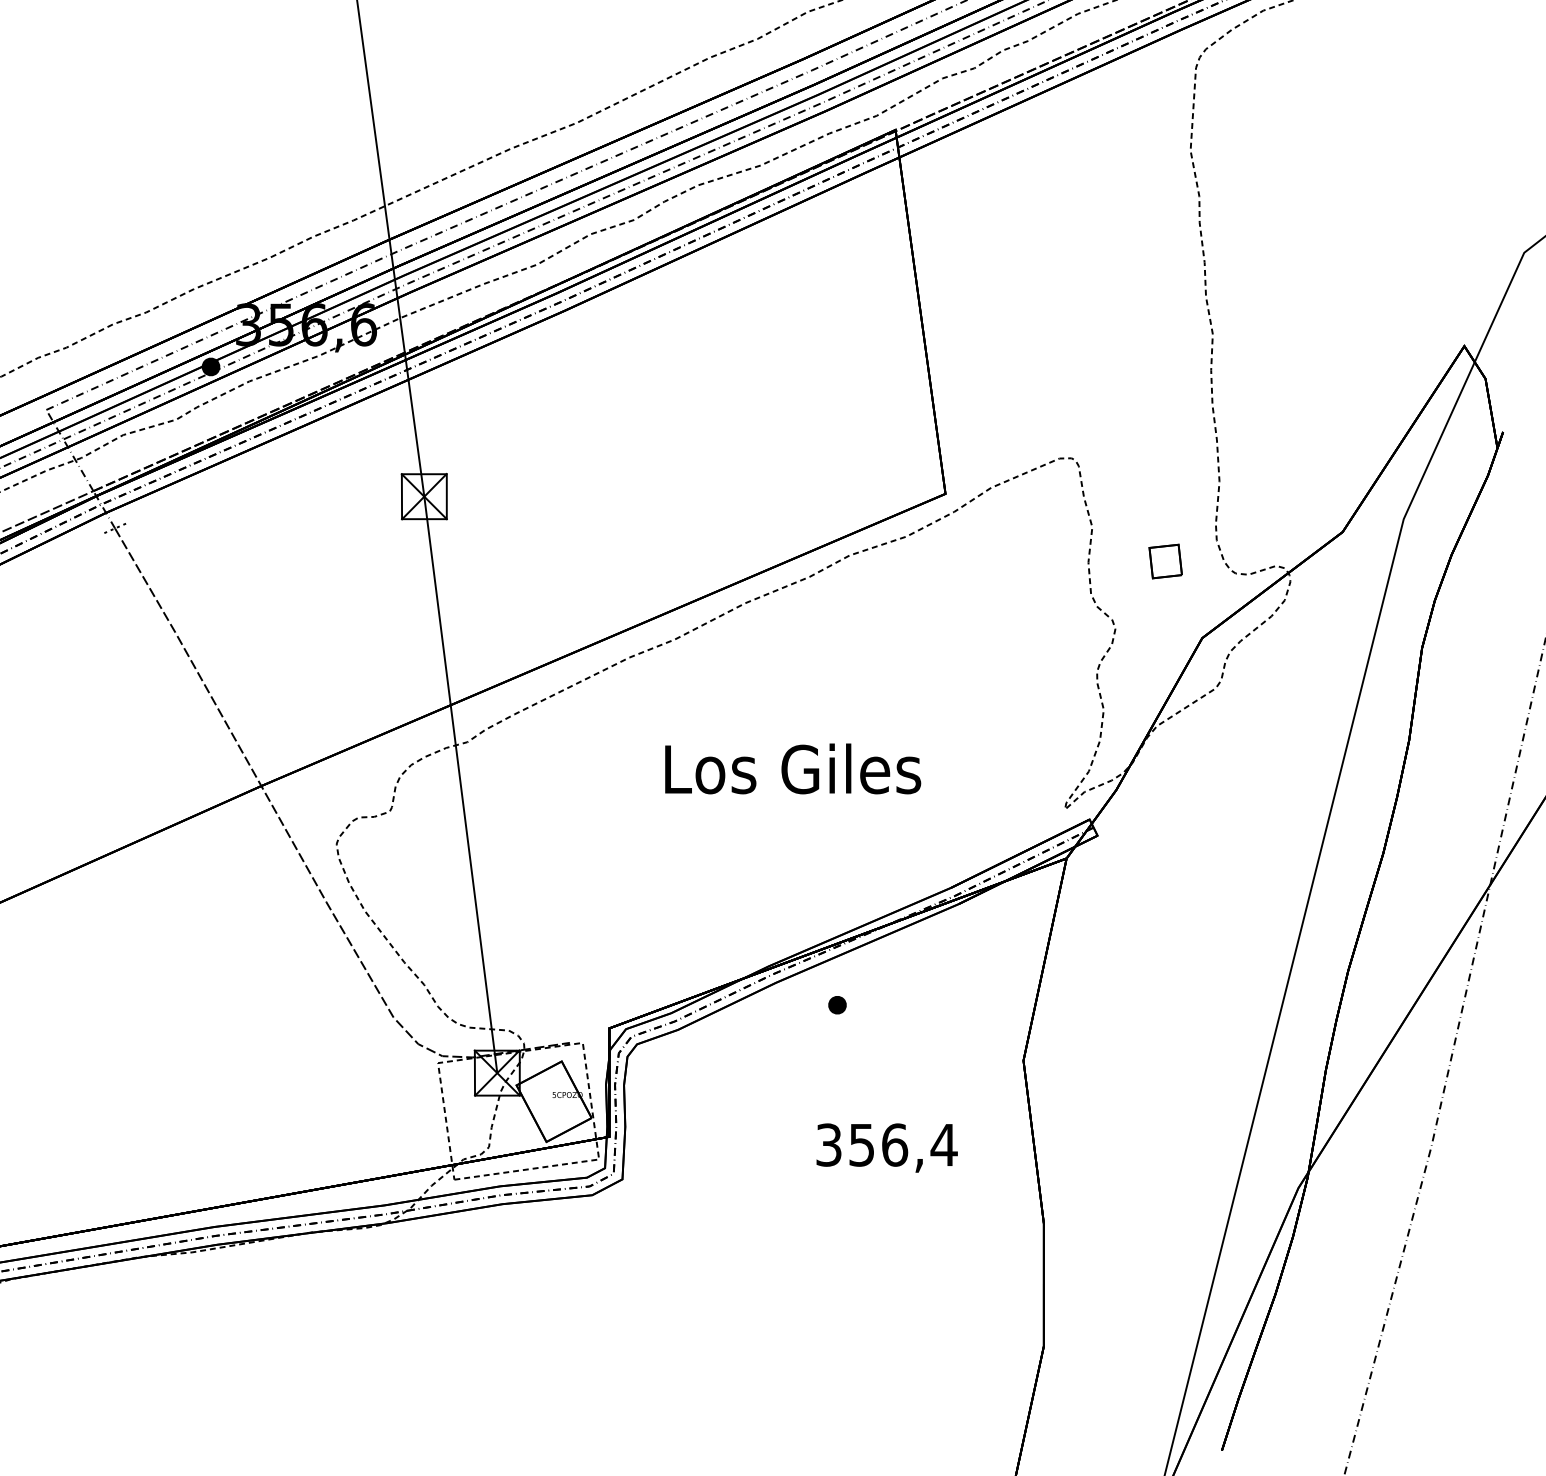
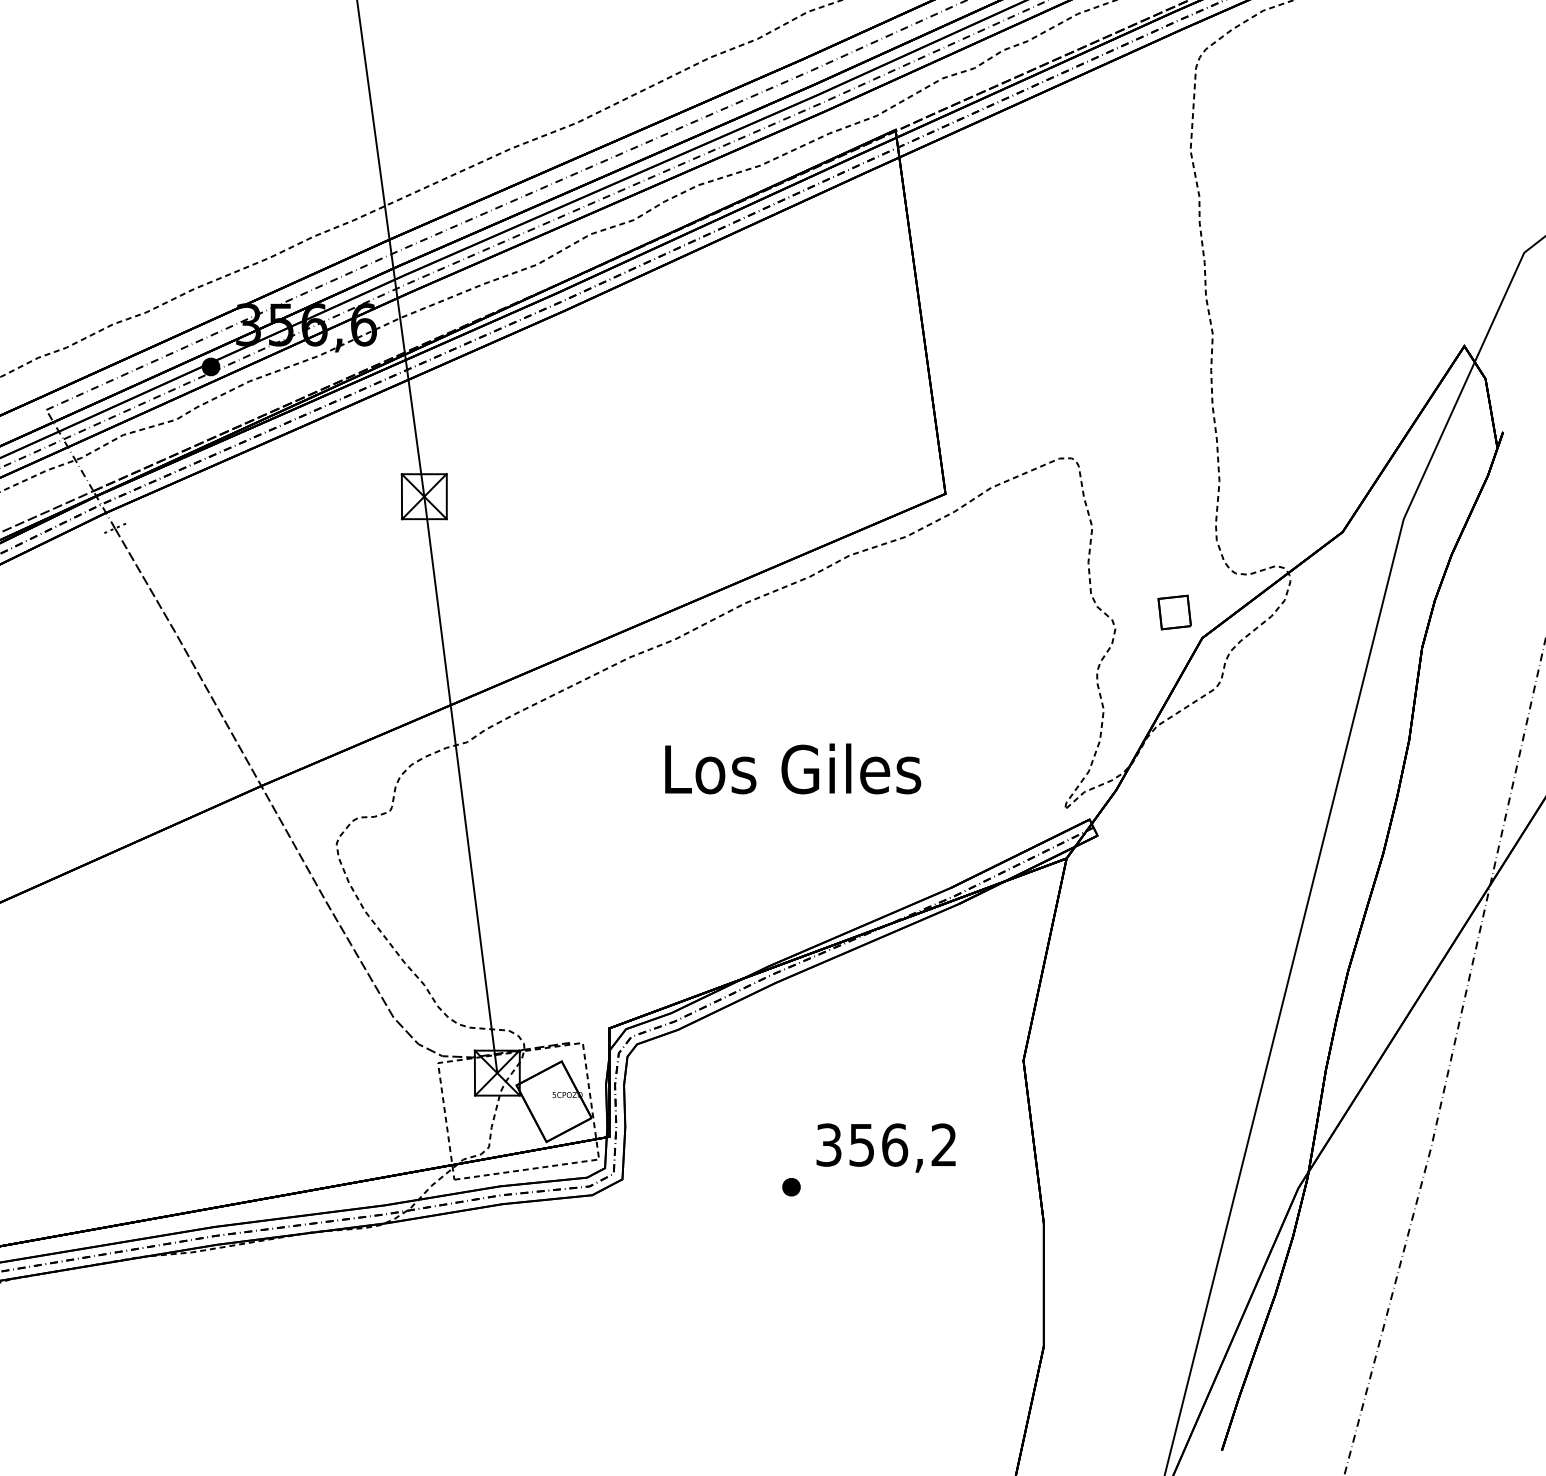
part at (1165, 561) position: (1165, 561) -> (1174, 612)
part at (837, 1005) position: (837, 1005) -> (791, 1187)
text at (943, 1144): 356,4 -> 356,2
